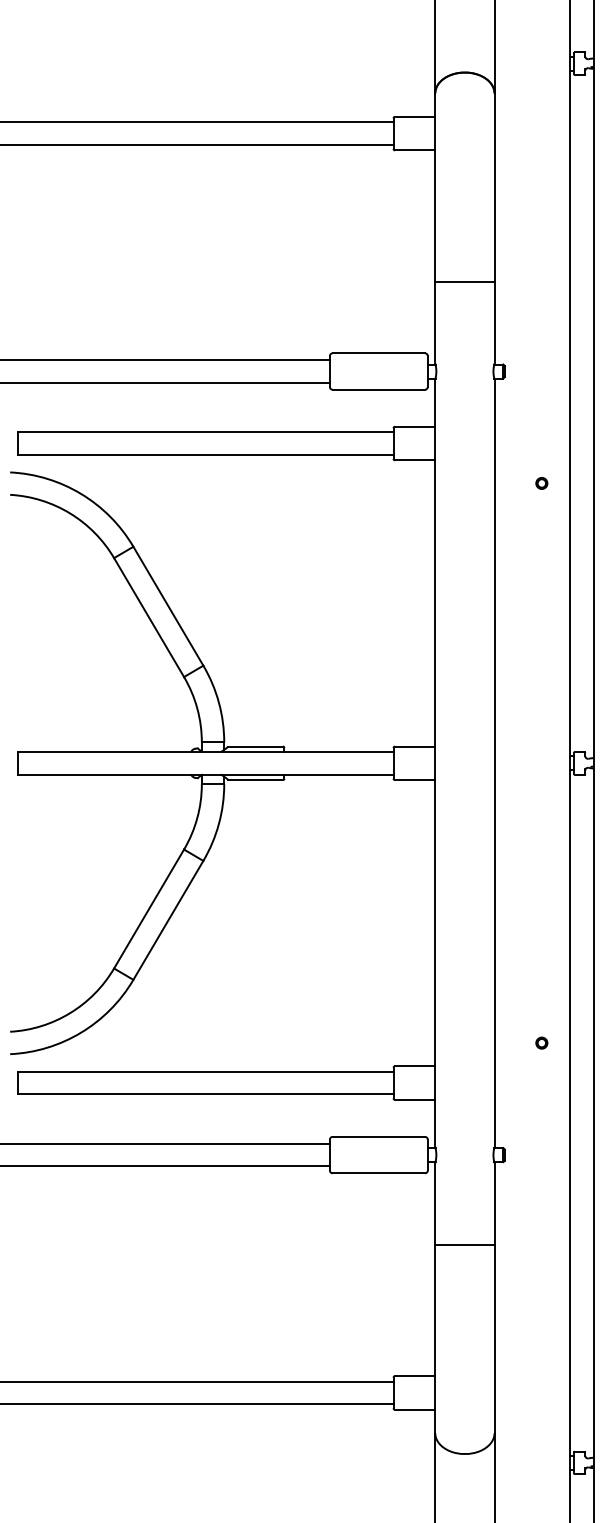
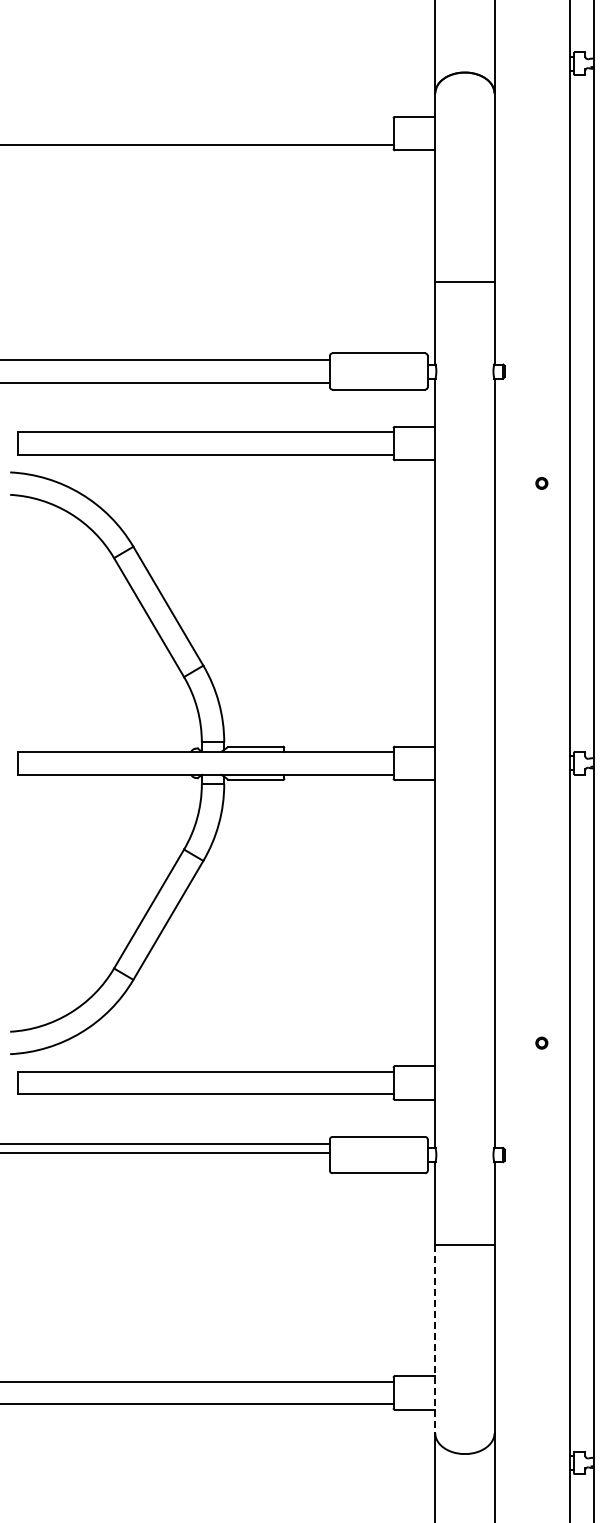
line at (197, 122): present -> none
line at (165, 1166) position: (165, 1166) -> (165, 1153)
line at (435, 1339): solid -> dashed
